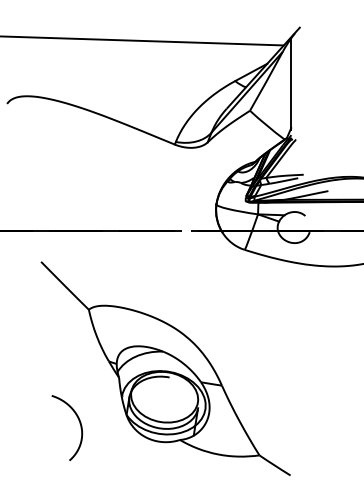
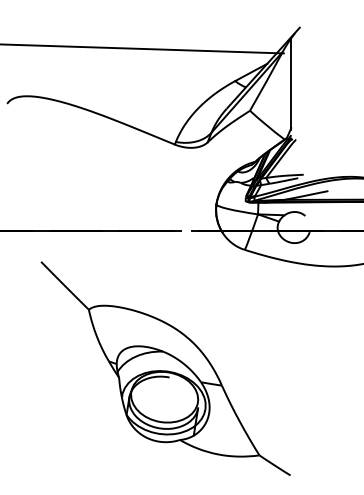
line at (142, 40) position: (142, 40) -> (142, 48)
curve at (79, 423): present -> none
